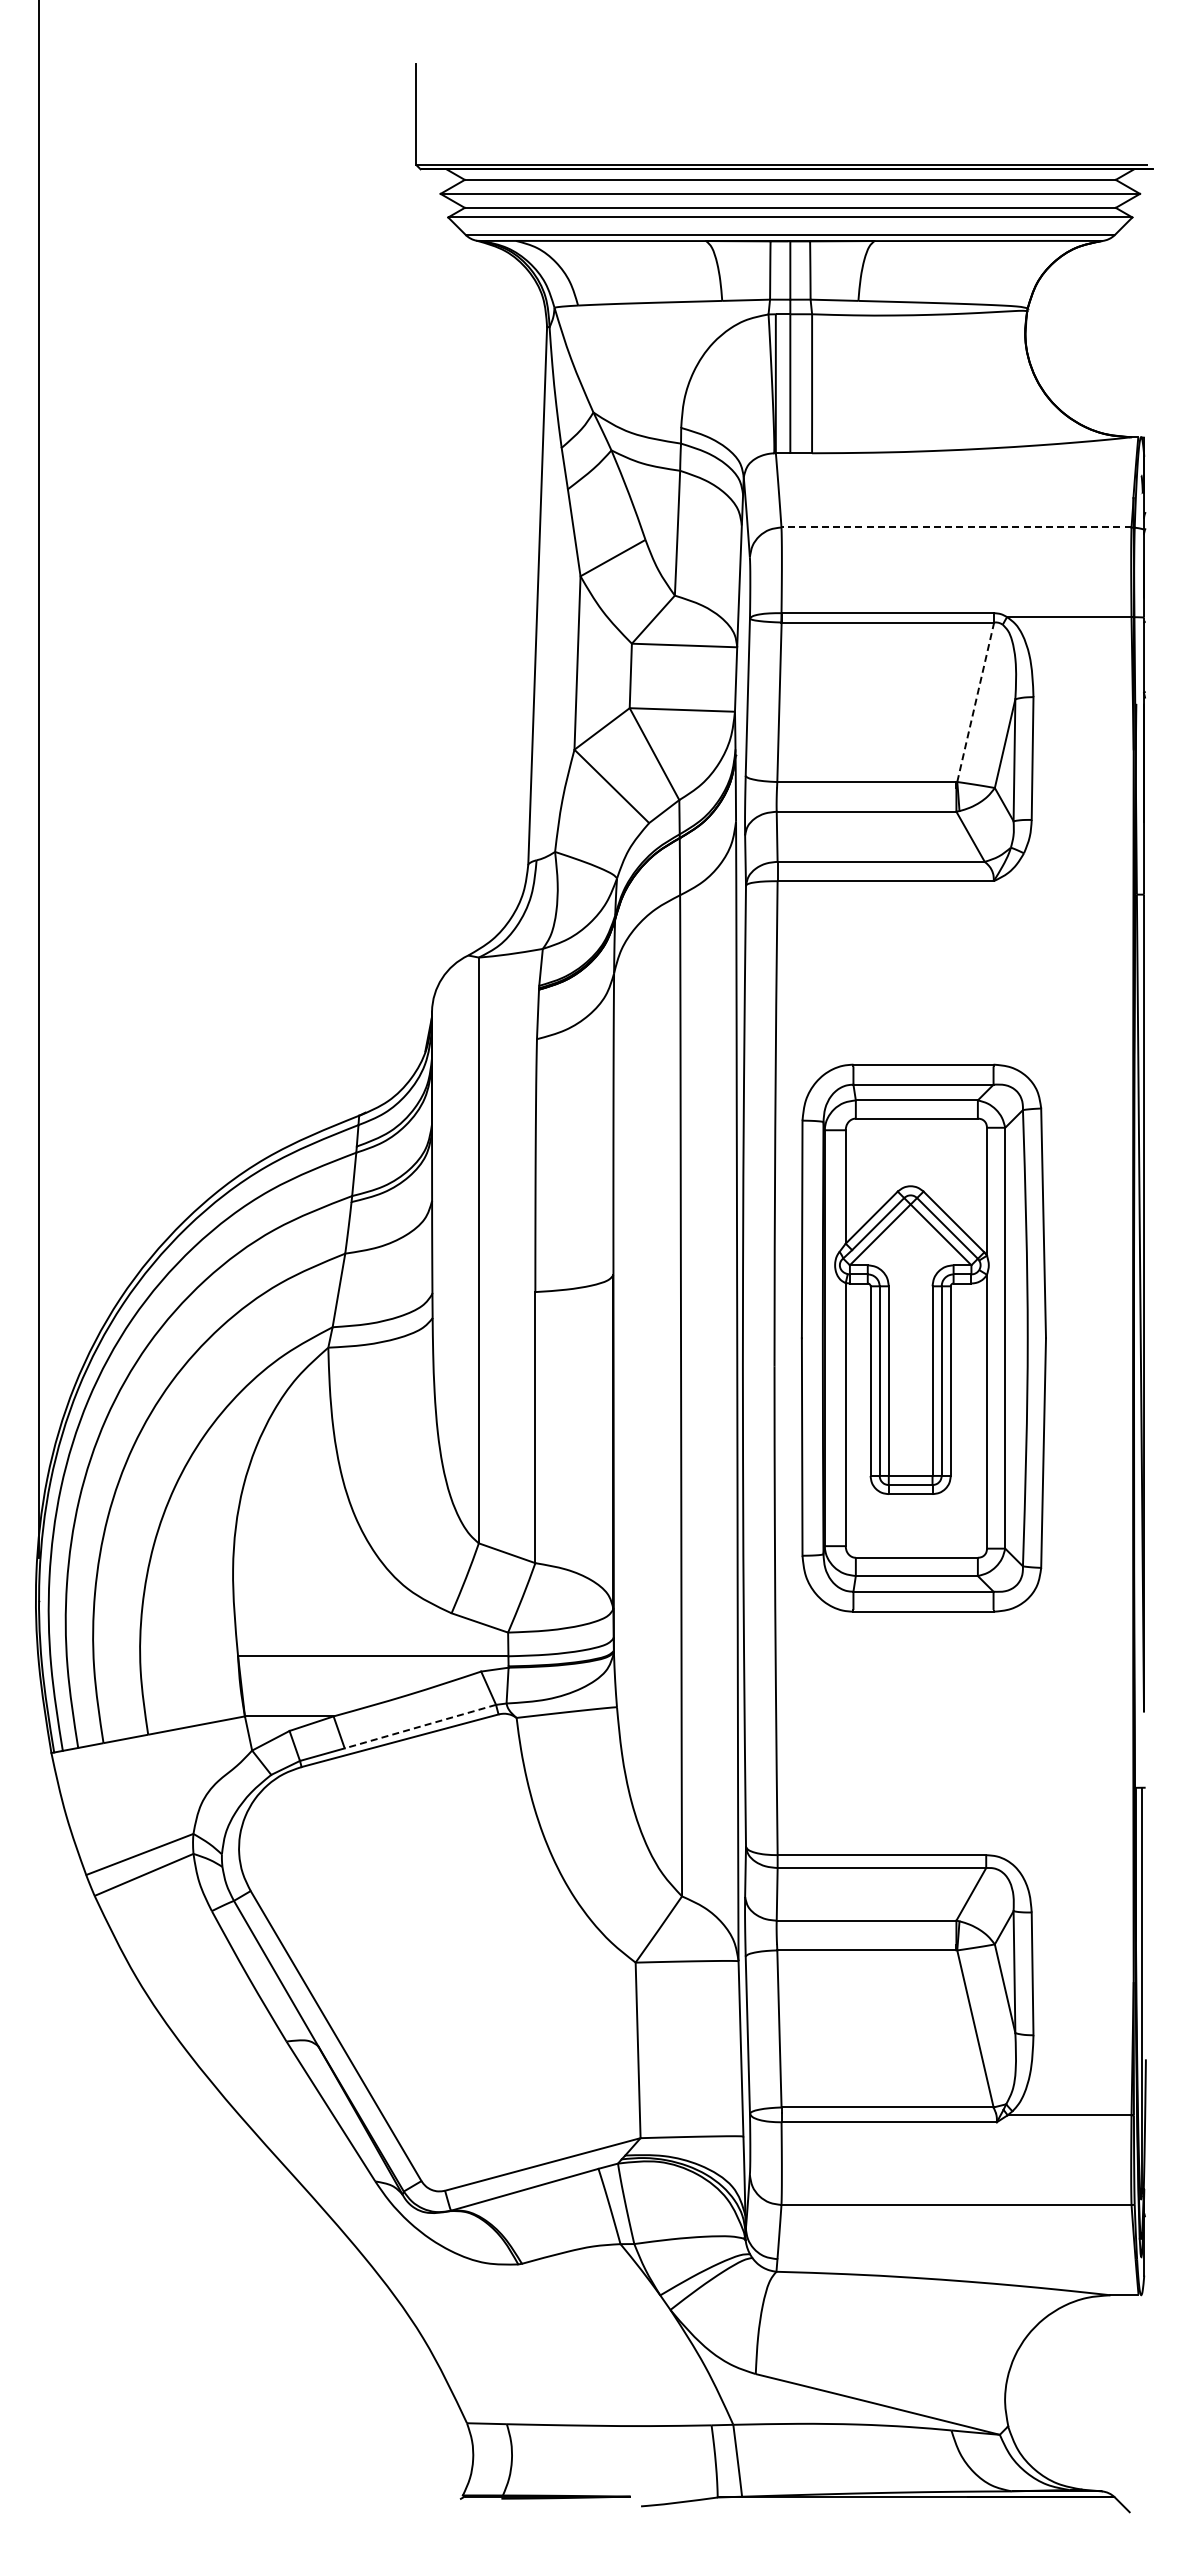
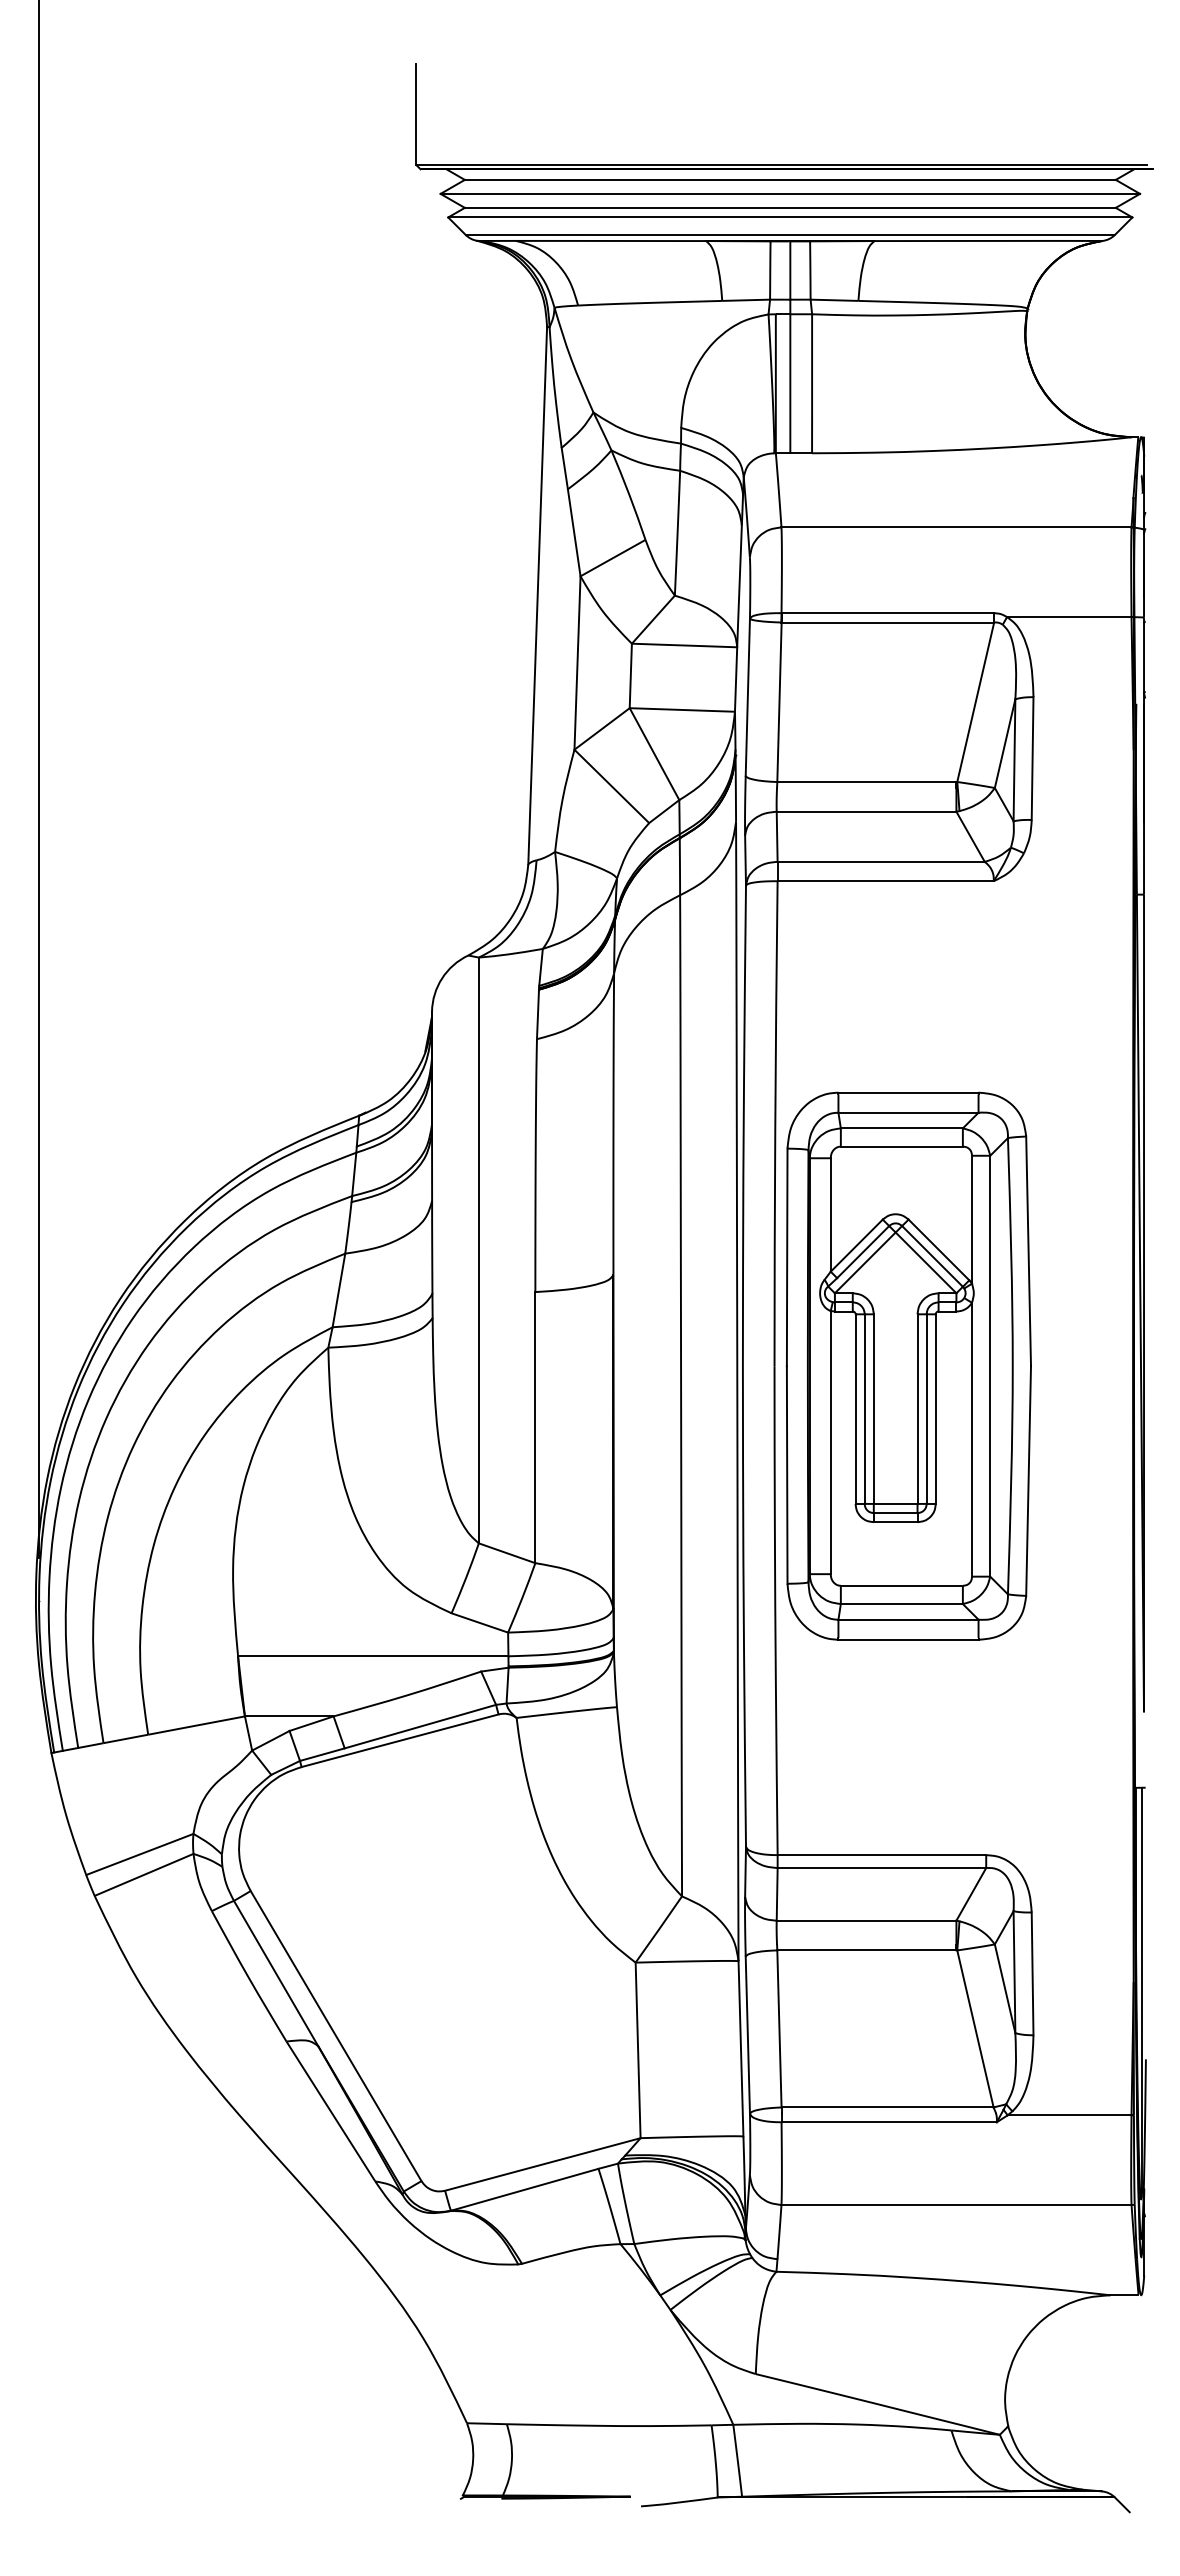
line at (956, 527): dashed -> solid
line at (975, 702): dashed -> solid
part at (923, 1337) position: (923, 1337) -> (908, 1365)
line at (420, 1726): dashed -> solid
